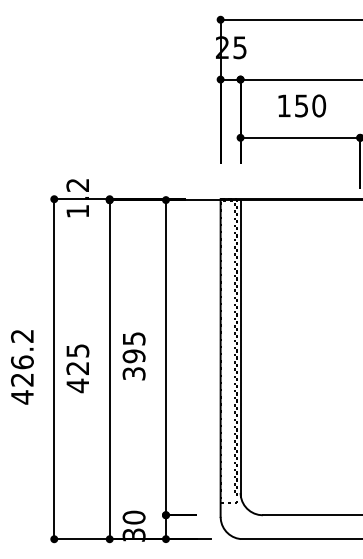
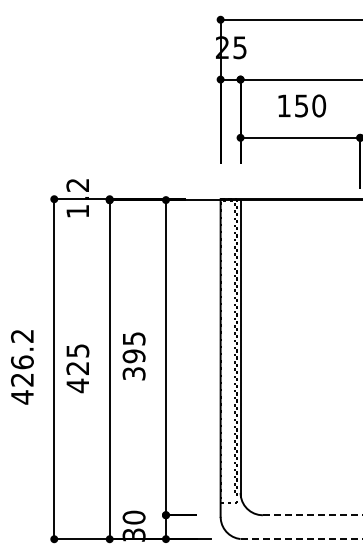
line at (312, 515): solid -> dashed
line at (301, 539): solid -> dashed
